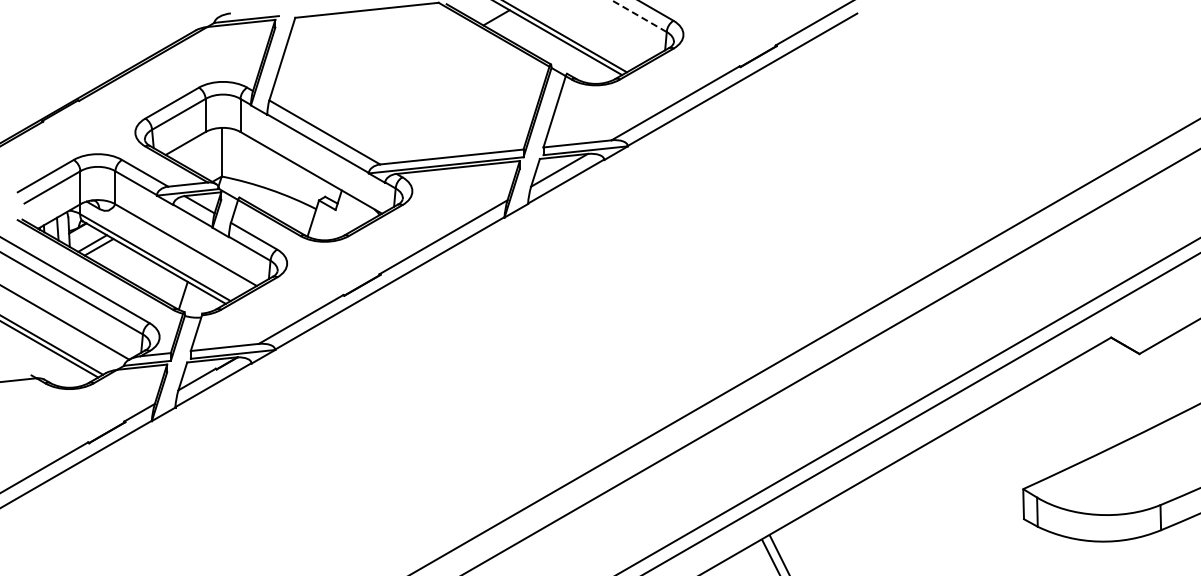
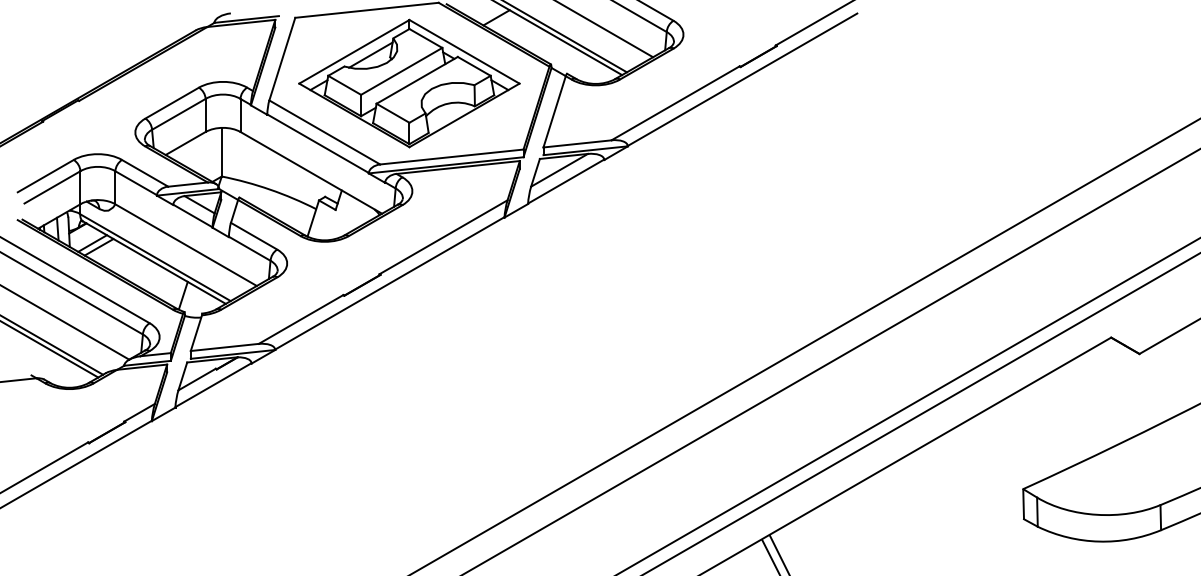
line at (639, 16): dashed -> solid
line at (605, 29): none -> present
part at (409, 83): none -> present
